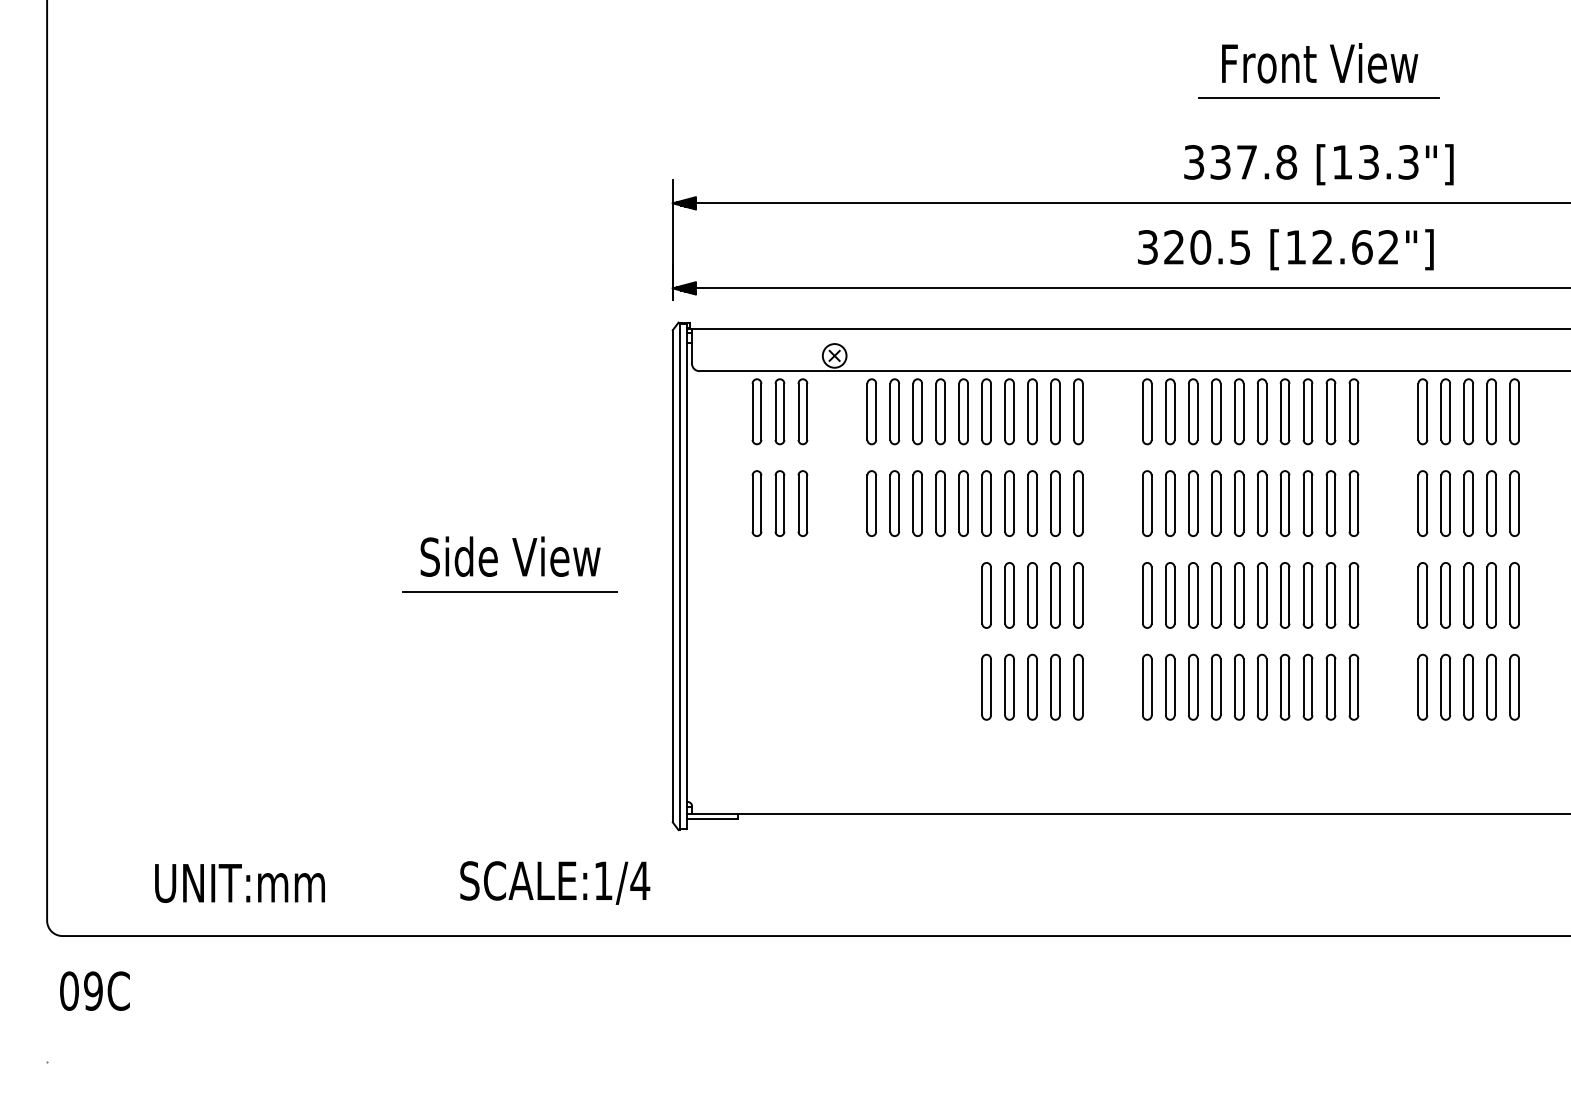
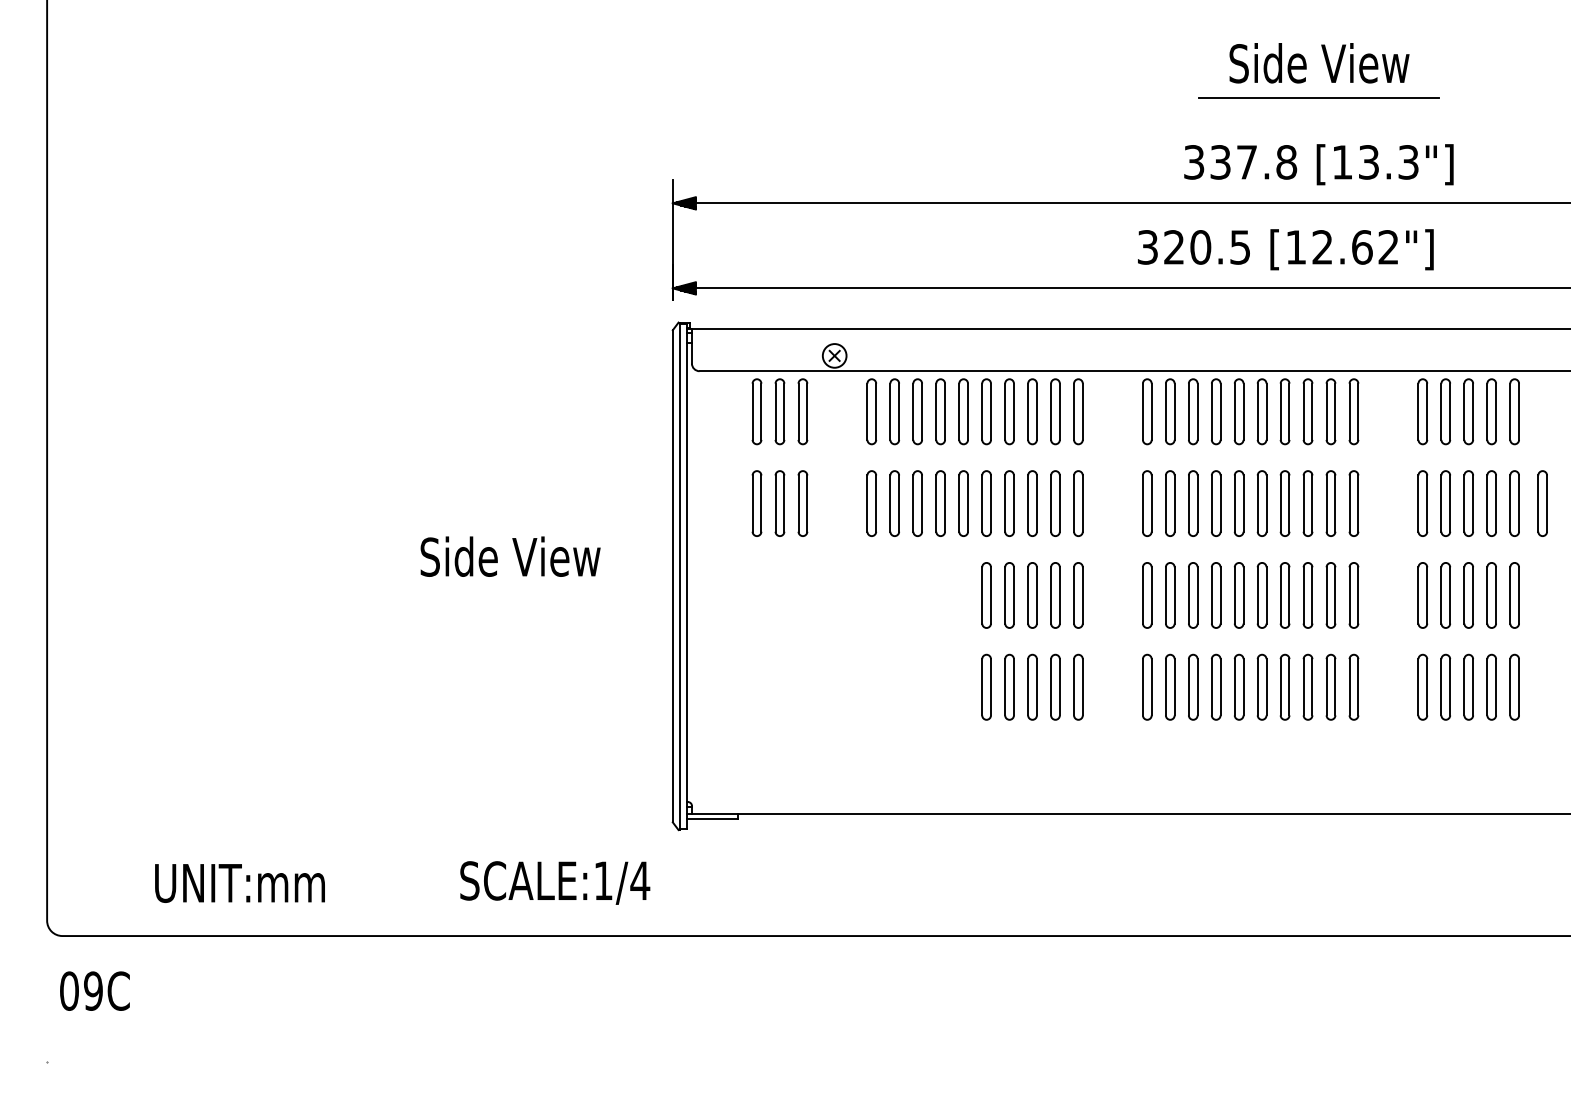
text at (1320, 63): Front View -> Side View
part at (1542, 503): none -> present
line at (510, 591): present -> none
